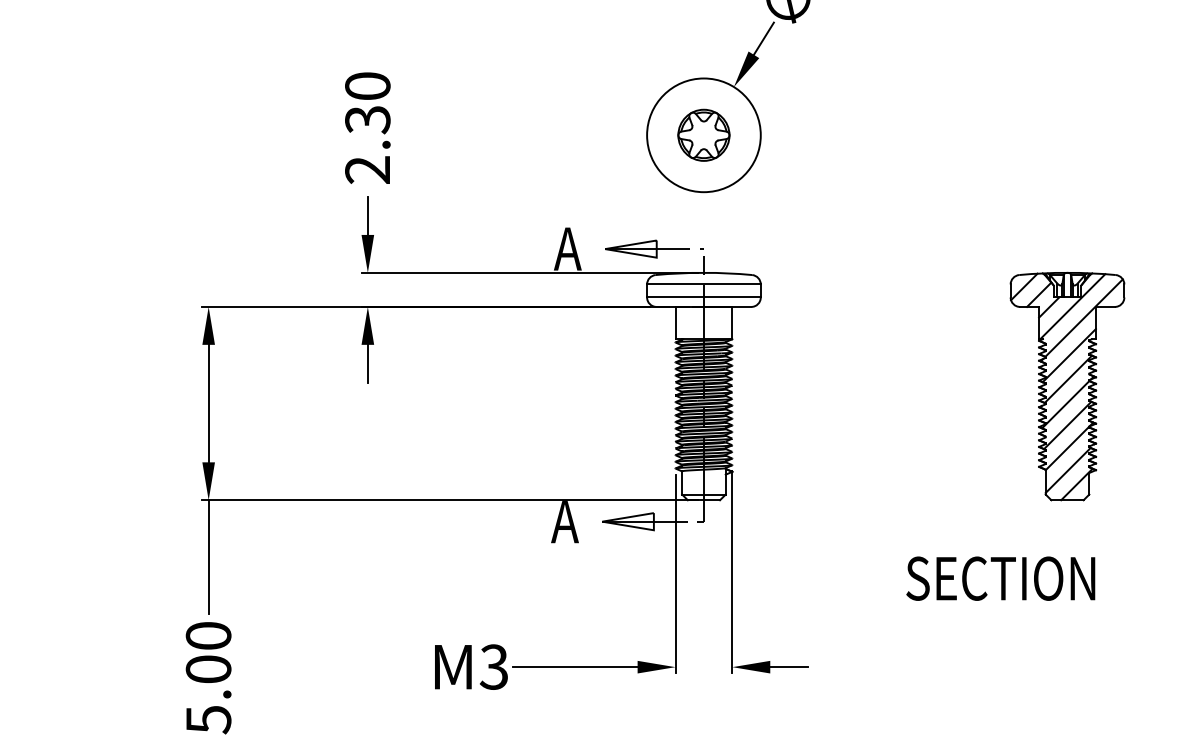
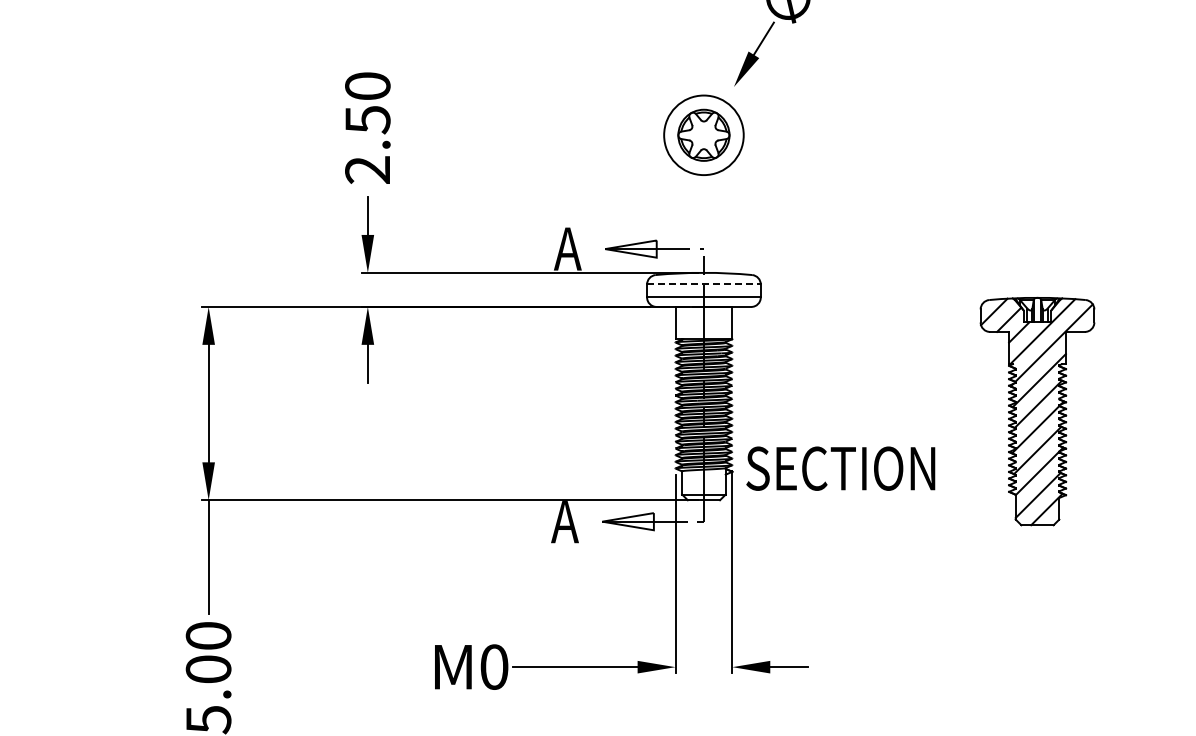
text at (367, 120): 2.30 -> 2.50
circle at (703, 135) diameter: 114 px -> 80 px
line at (703, 284): solid -> dashed
part at (1067, 386) position: (1067, 386) -> (1037, 411)
text at (1000, 578) position: (1000, 578) -> (840, 468)
text at (493, 666): M3 -> M0
